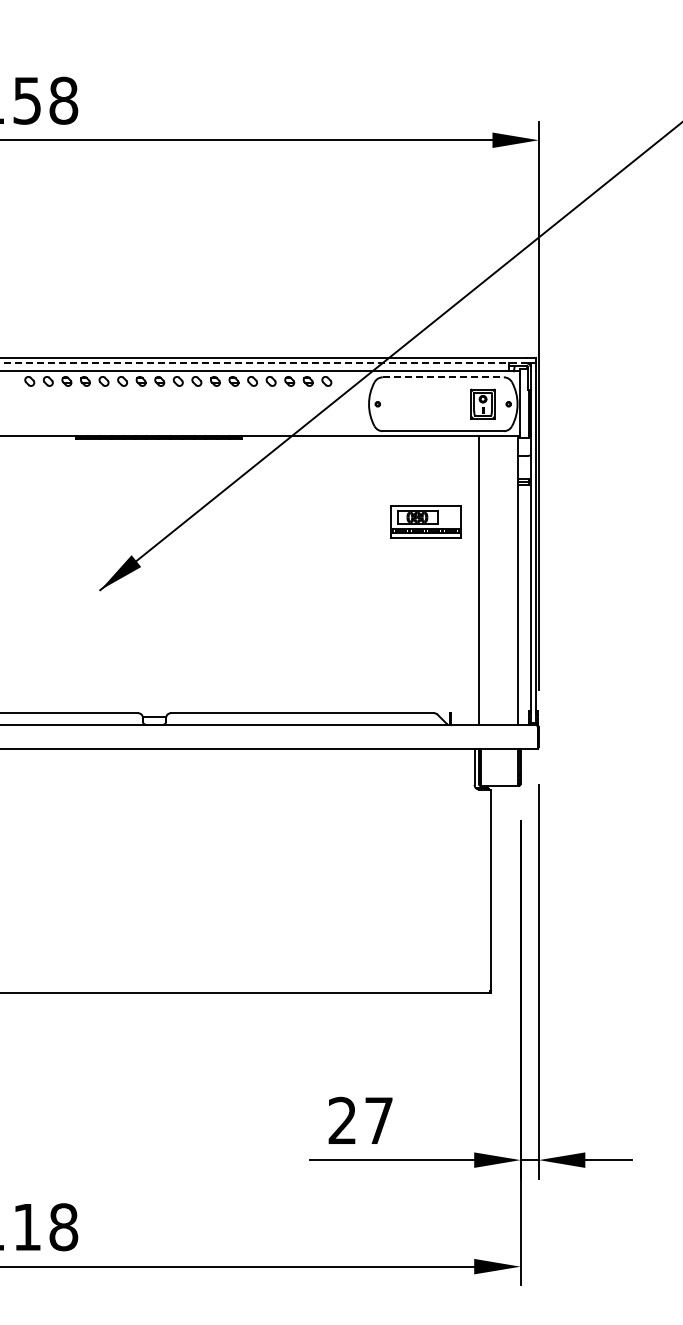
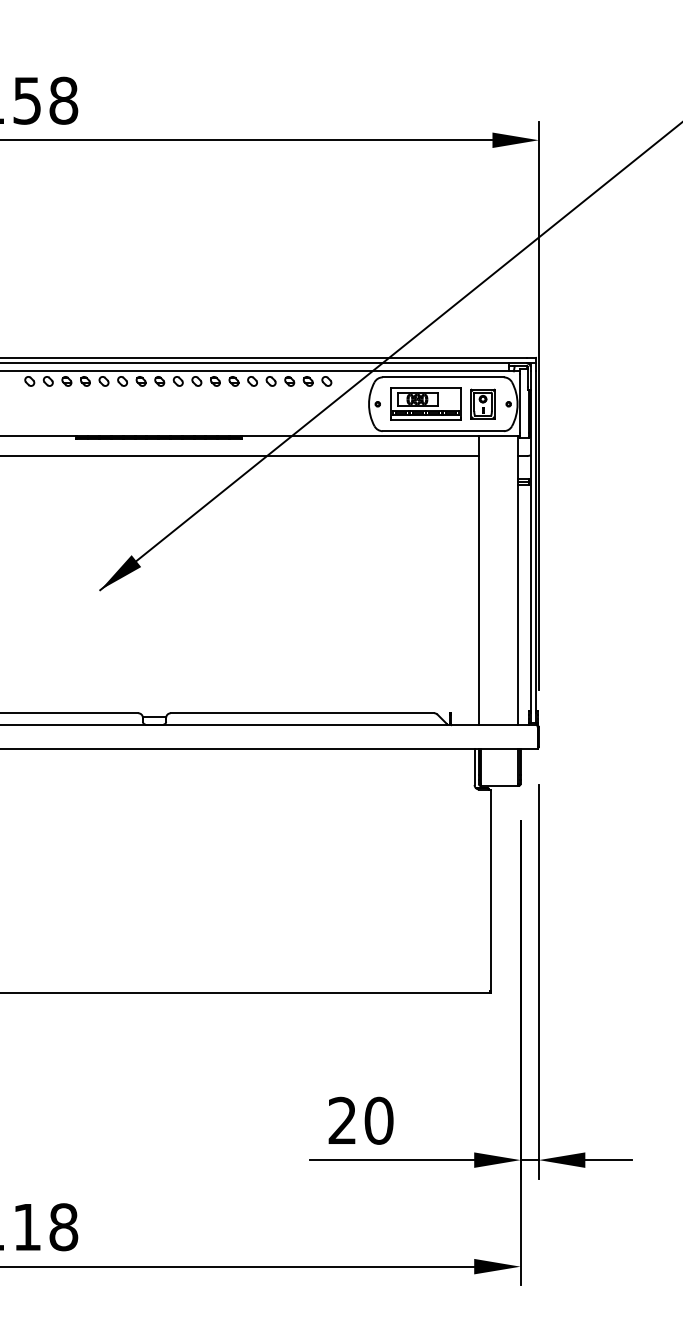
line at (263, 363): dashed -> solid
line at (443, 377): dashed -> solid
line at (240, 456): none -> present
part at (425, 521) position: (425, 521) -> (425, 403)
text at (378, 1120): 27 -> 20
